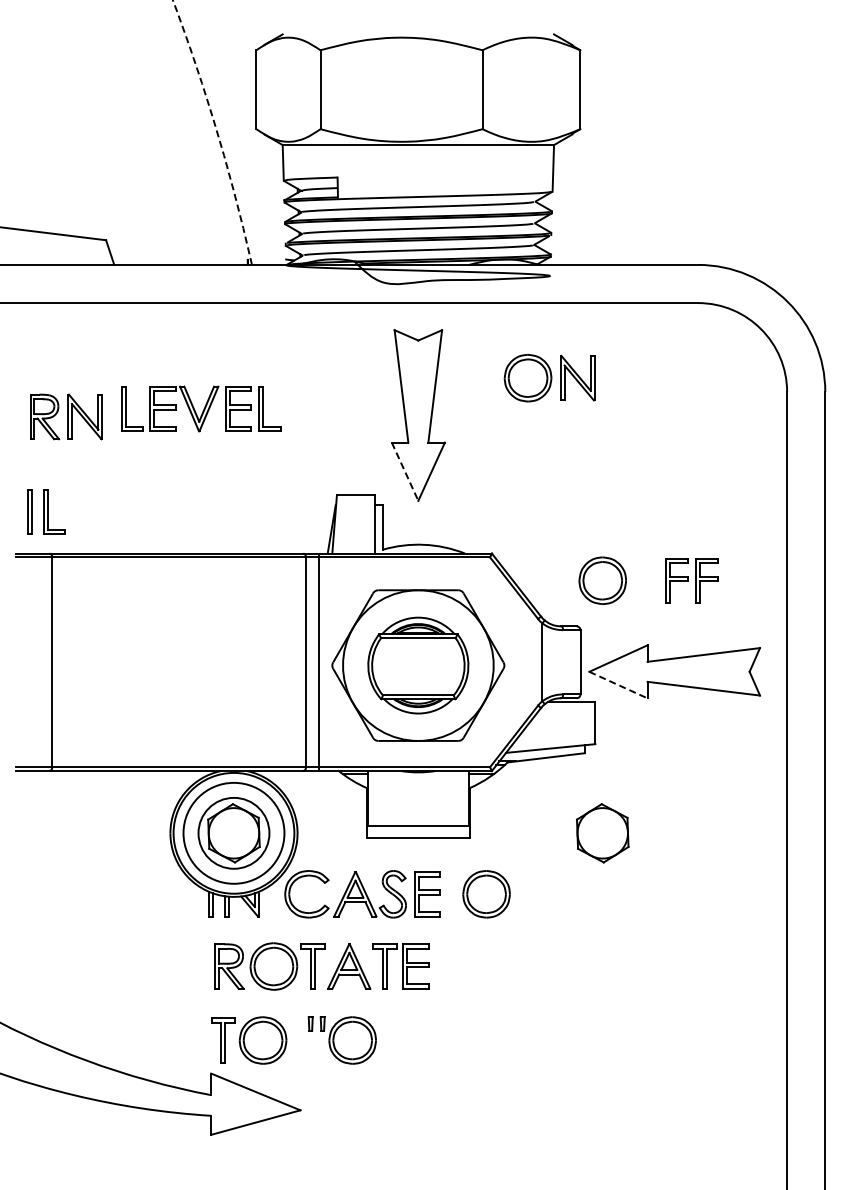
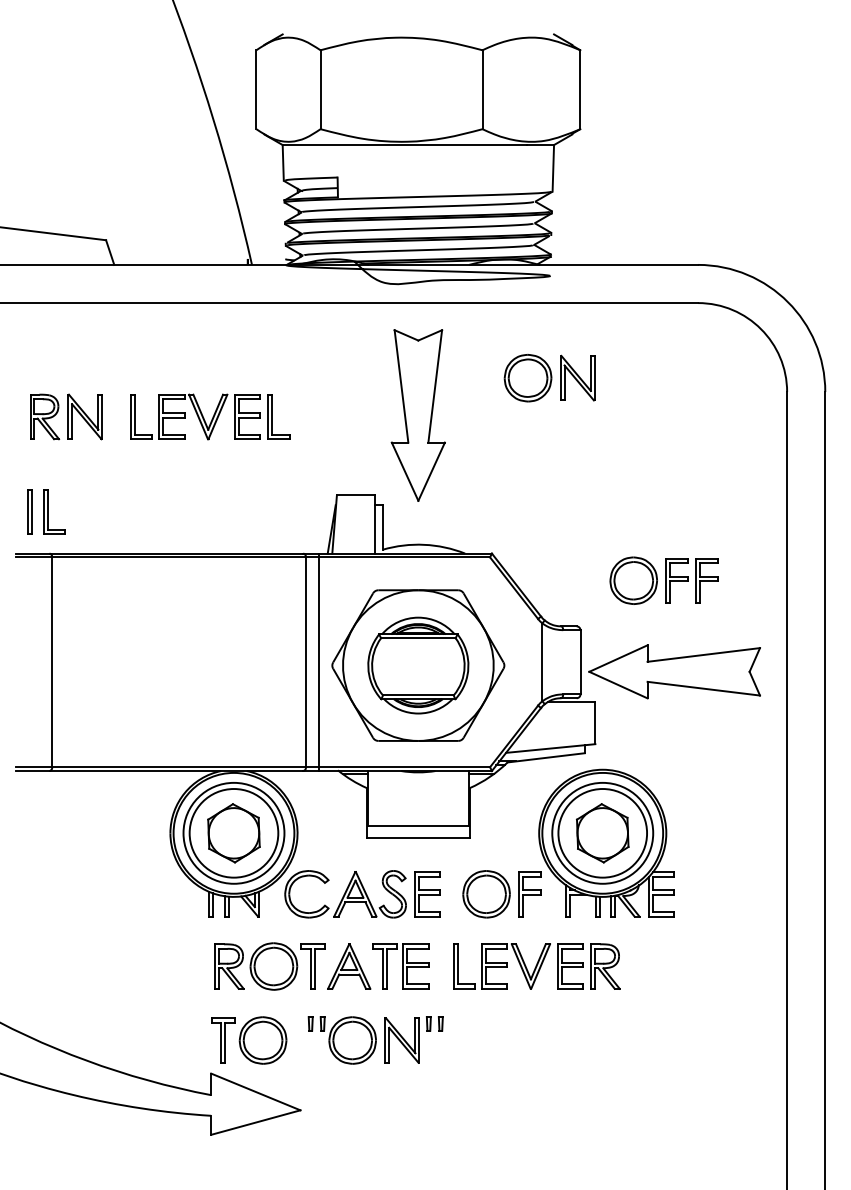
arc at (216, 130): dashed -> solid
part at (201, 408) position: (201, 408) -> (210, 416)
line at (405, 472): dashed -> solid
part at (602, 580) position: (602, 580) -> (633, 580)
line at (618, 685): dashed -> solid
circle at (233, 832) diameter: 71 px -> 89 px
part at (596, 842): none -> present
part at (536, 966): none -> present
part at (413, 1039): none -> present
